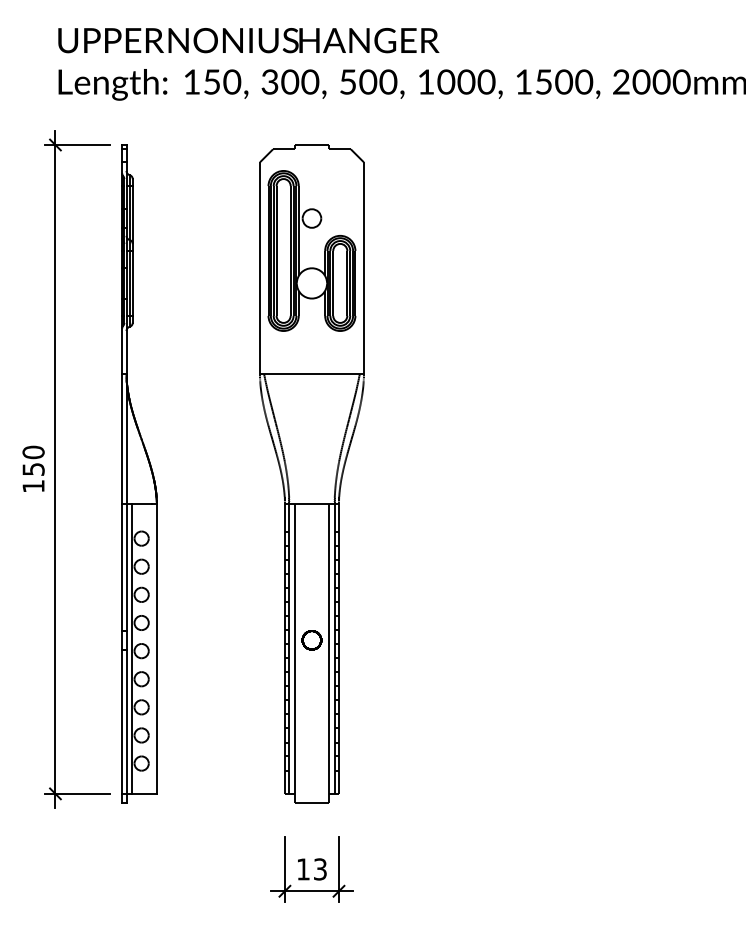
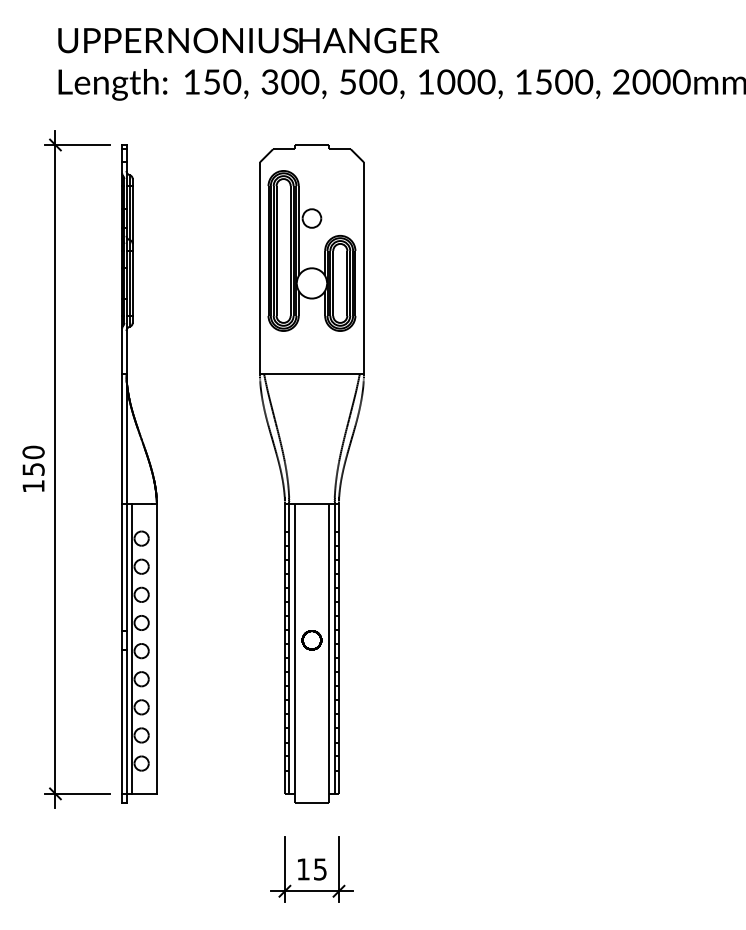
text at (320, 868): 13 -> 15
